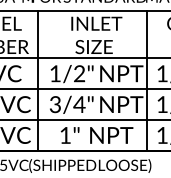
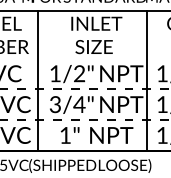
line at (84, 58): present -> none
line at (85, 89): solid -> dashed
line at (85, 120): solid -> dashed
